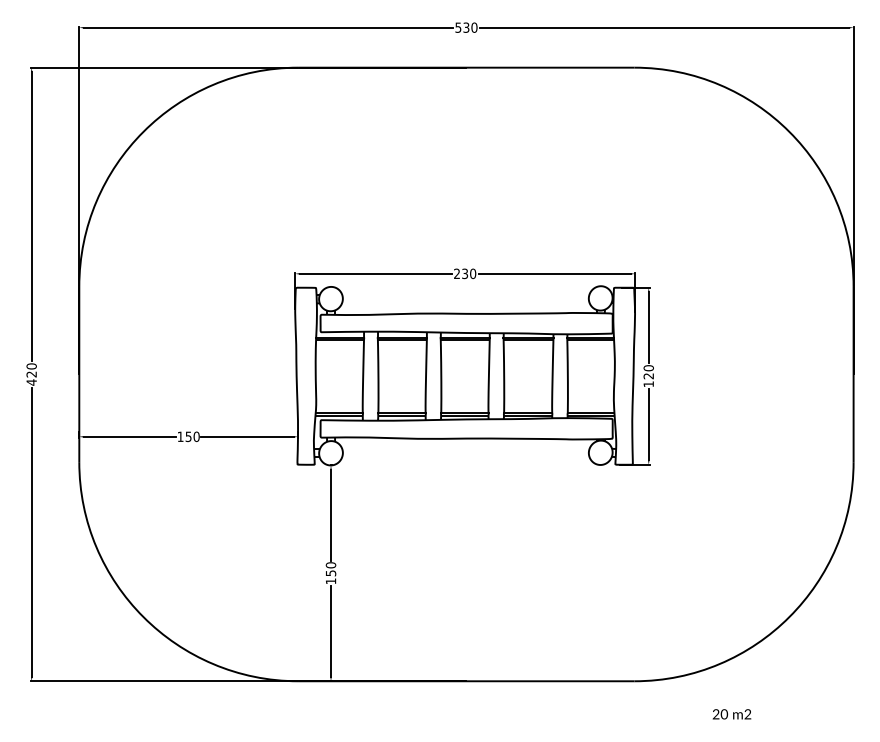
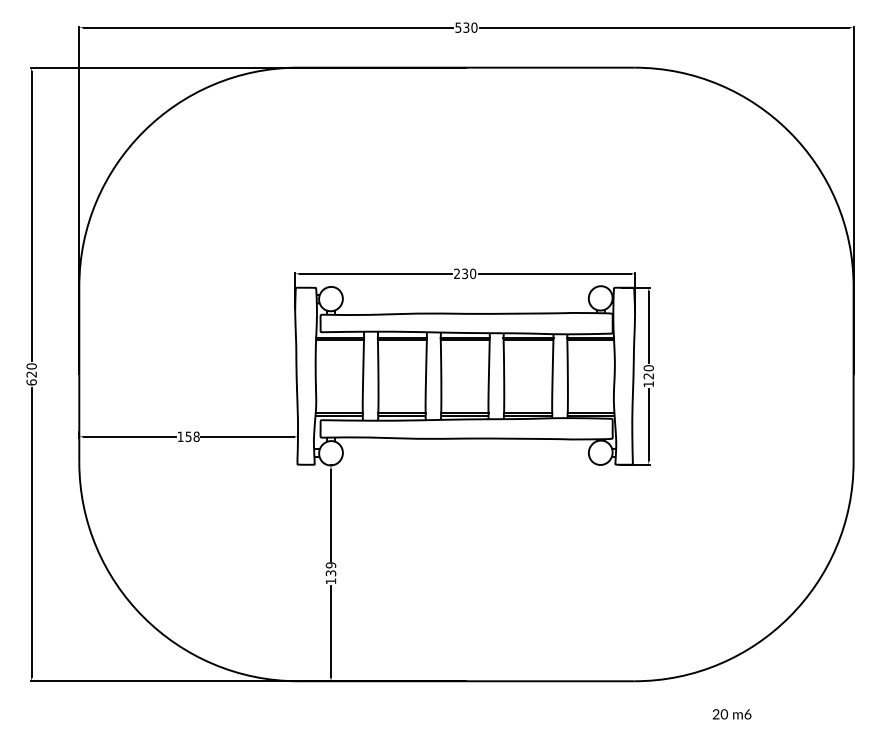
text at (31, 382): 420 -> 620
text at (196, 436): 150 -> 158
text at (330, 569): 150 -> 139
text at (747, 714): m2 -> m6
